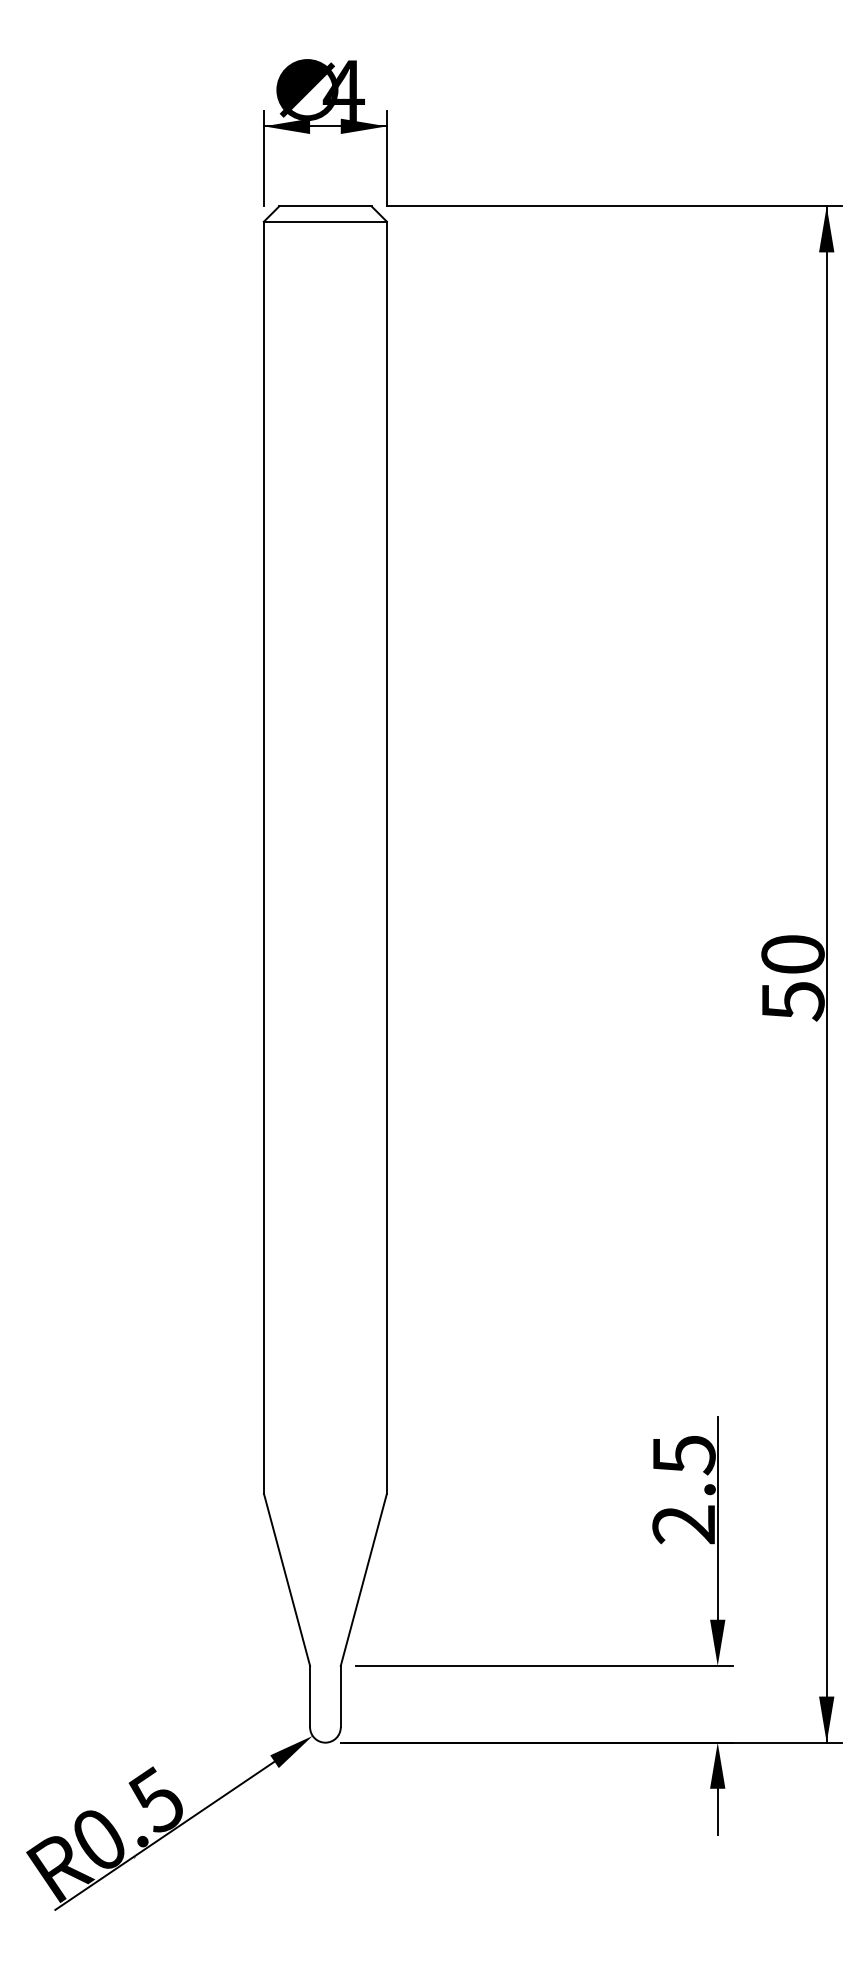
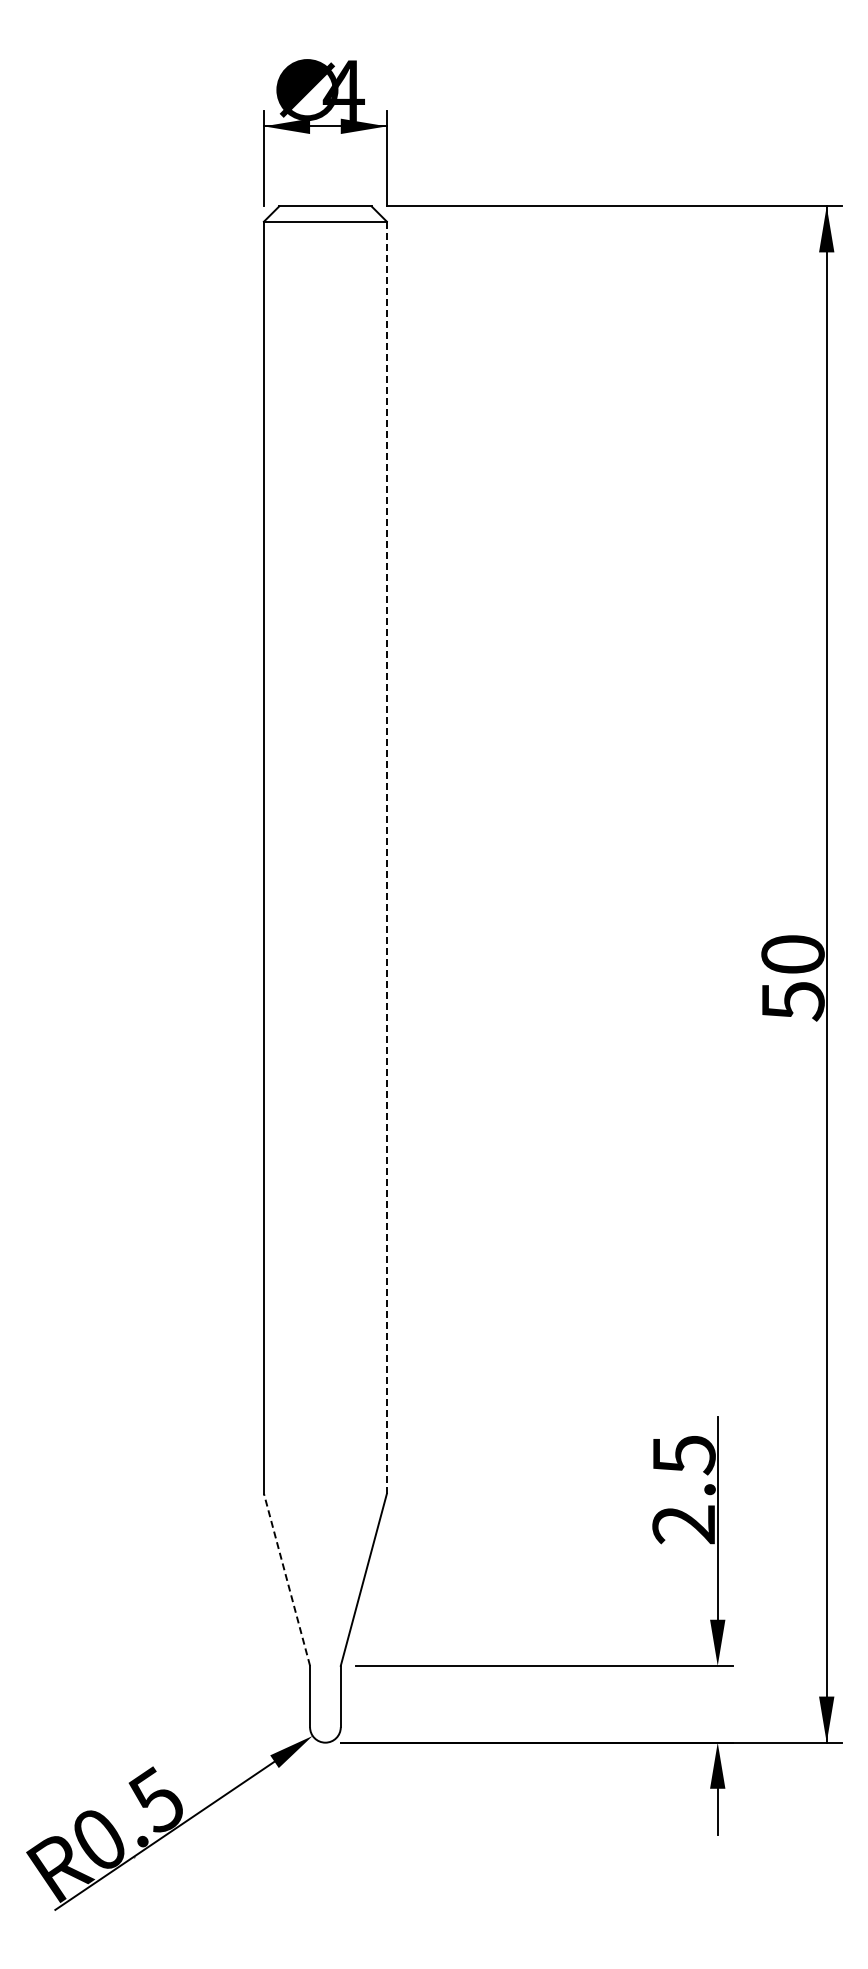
line at (386, 857): solid -> dashed
line at (286, 1579): solid -> dashed
